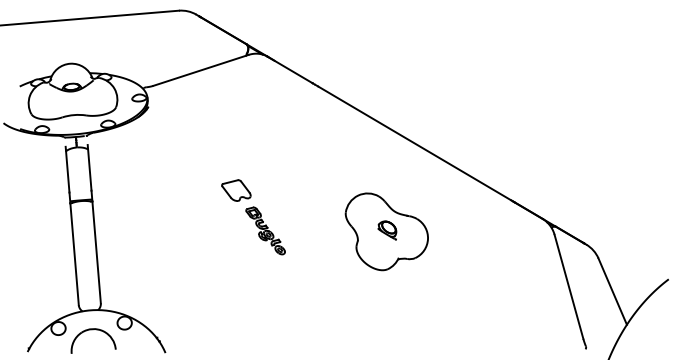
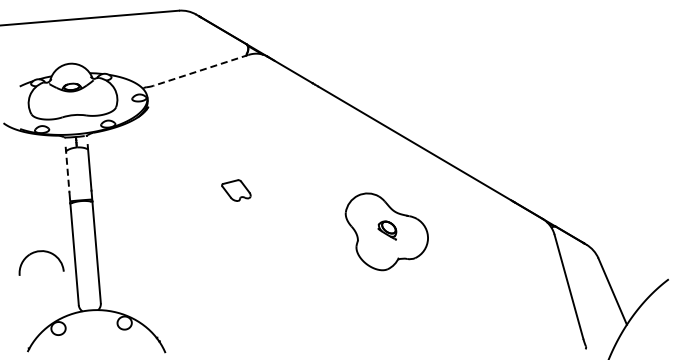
line at (200, 70): solid -> dashed
line at (67, 169): solid -> dashed
part at (265, 230): present -> none
part at (93, 330) position: (93, 330) -> (41, 252)
